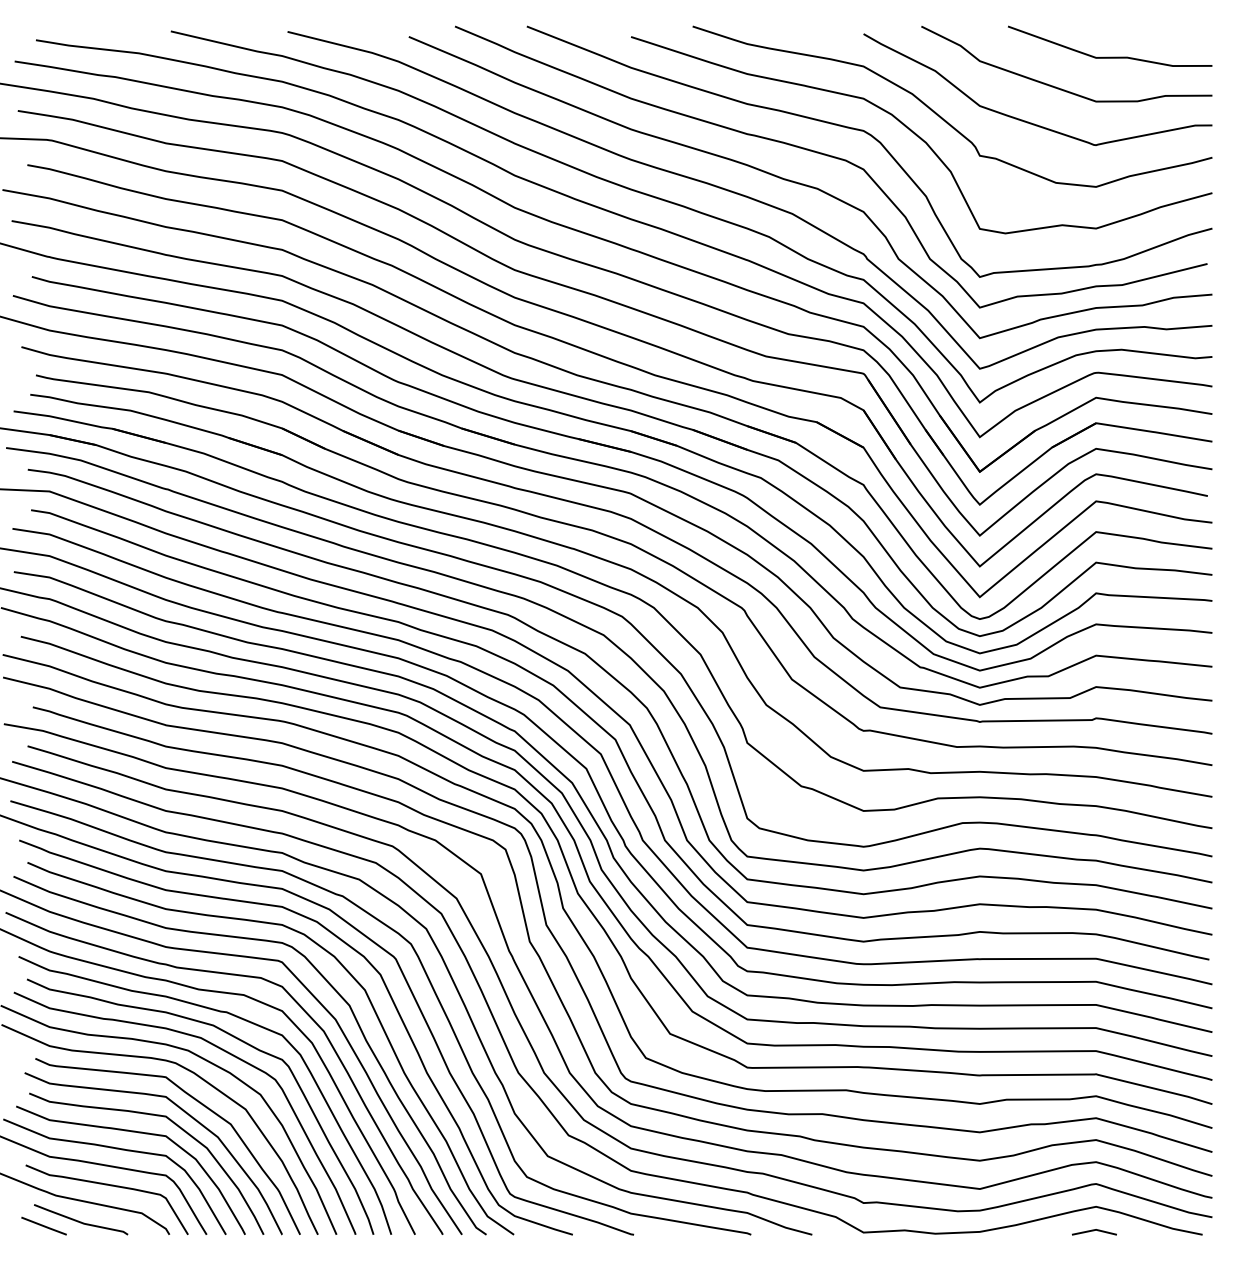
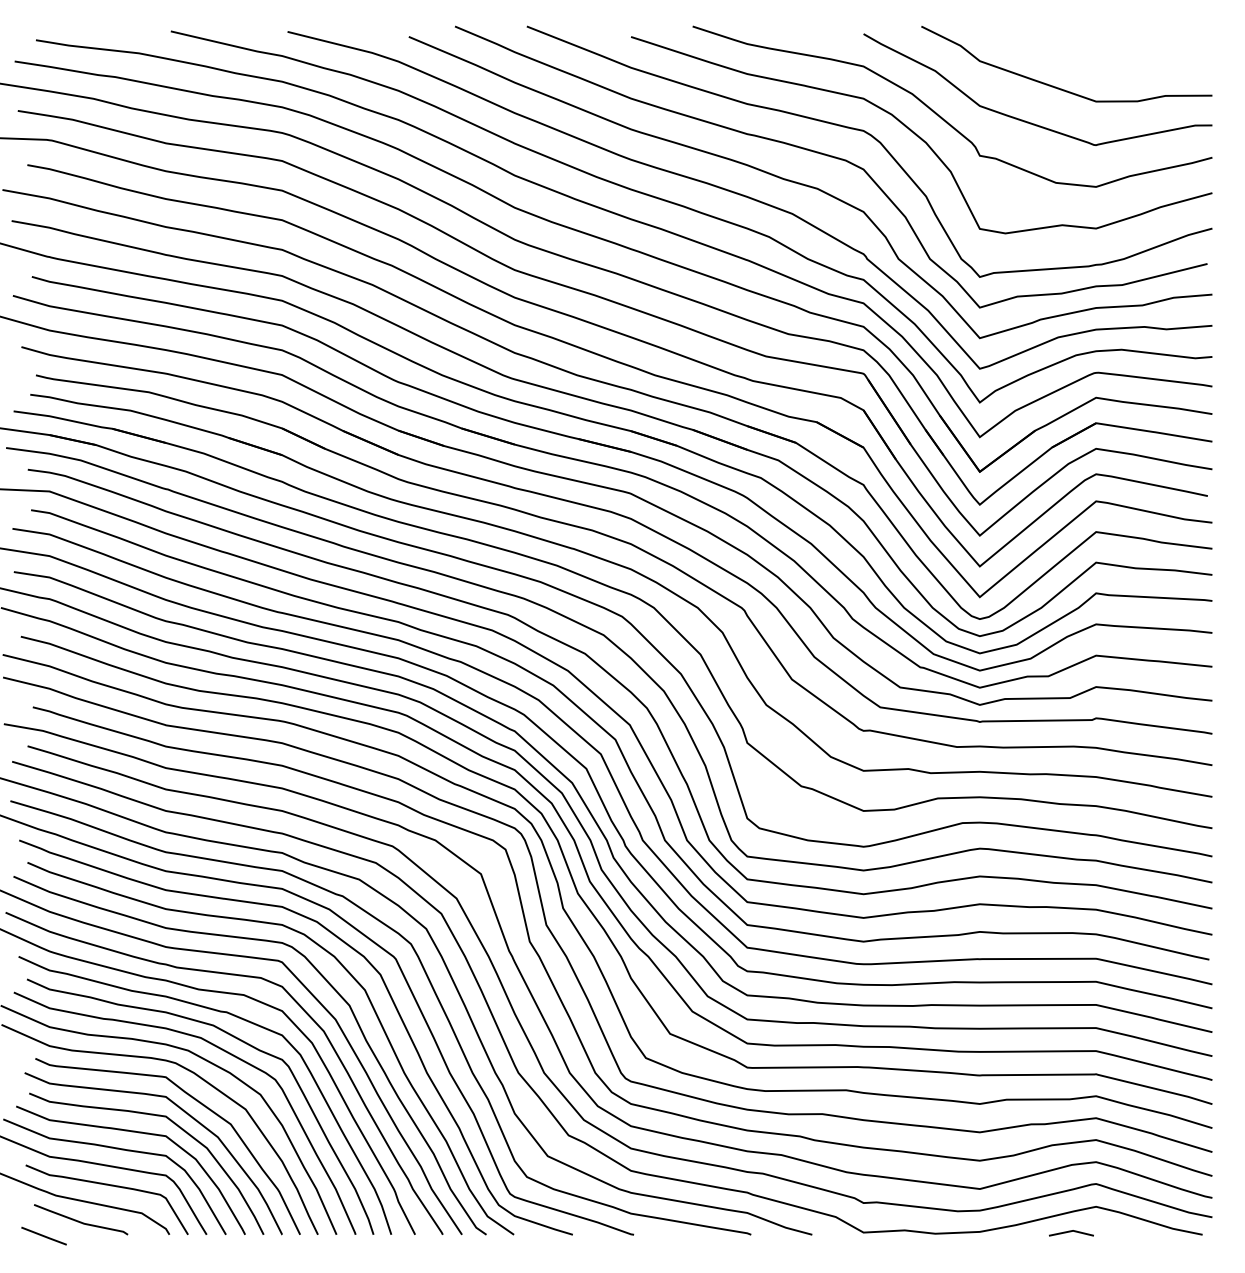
curve at (1110, 56): present -> none
line at (43, 1225) position: (43, 1225) -> (43, 1235)
line at (1094, 1231) position: (1094, 1231) -> (1071, 1232)
